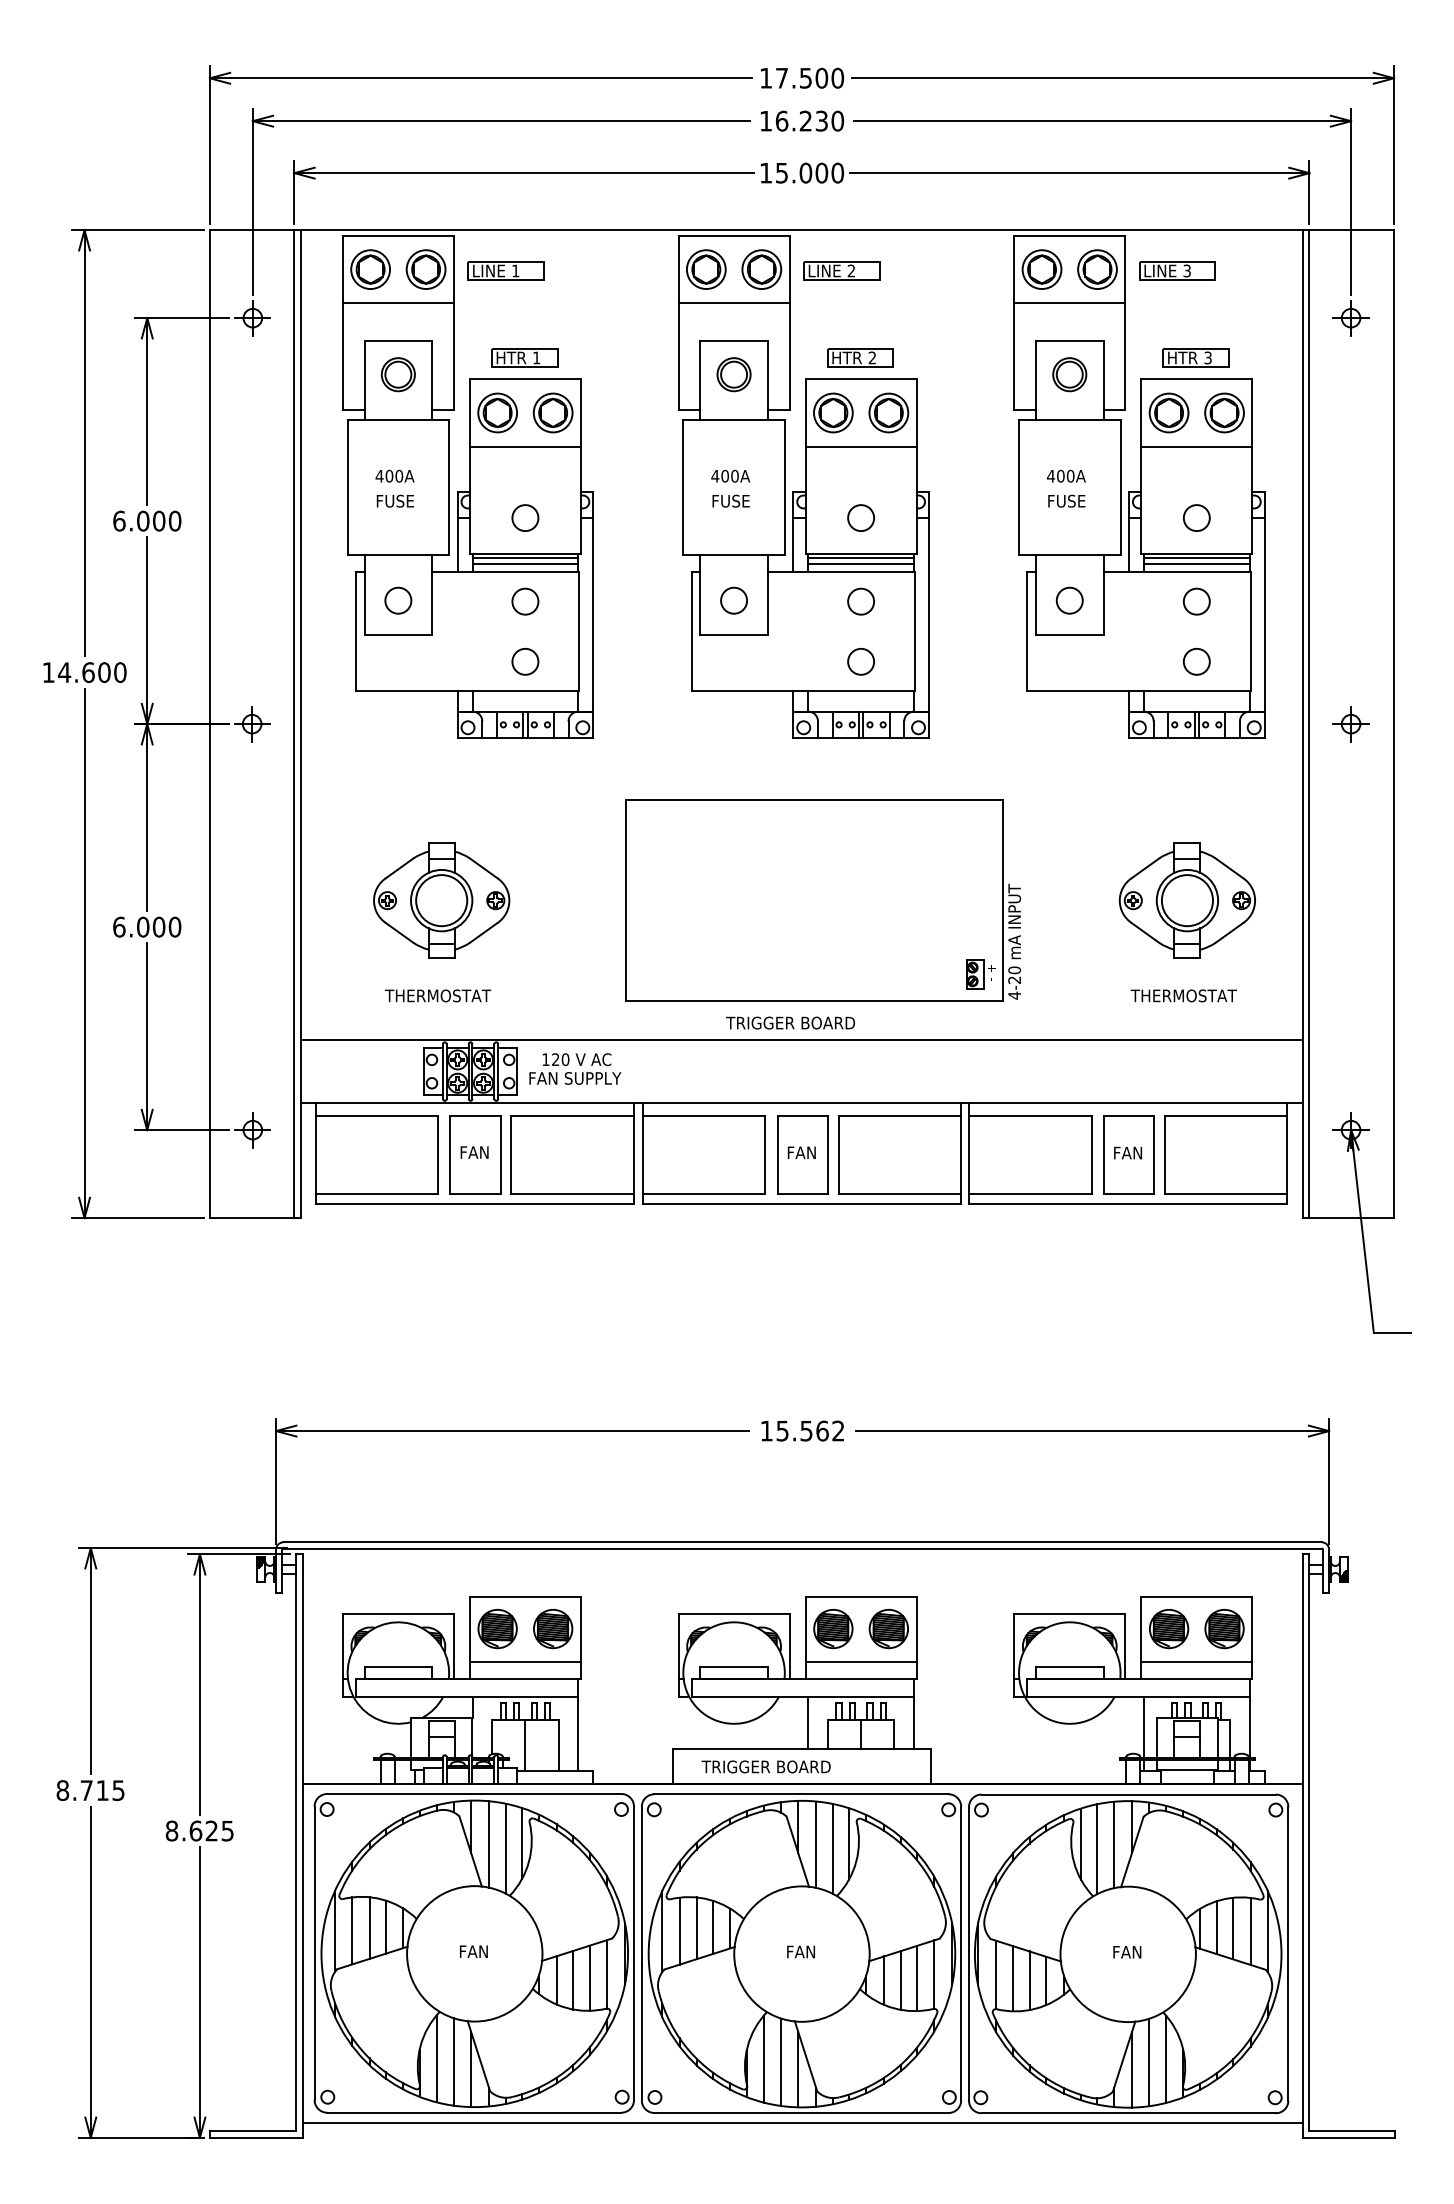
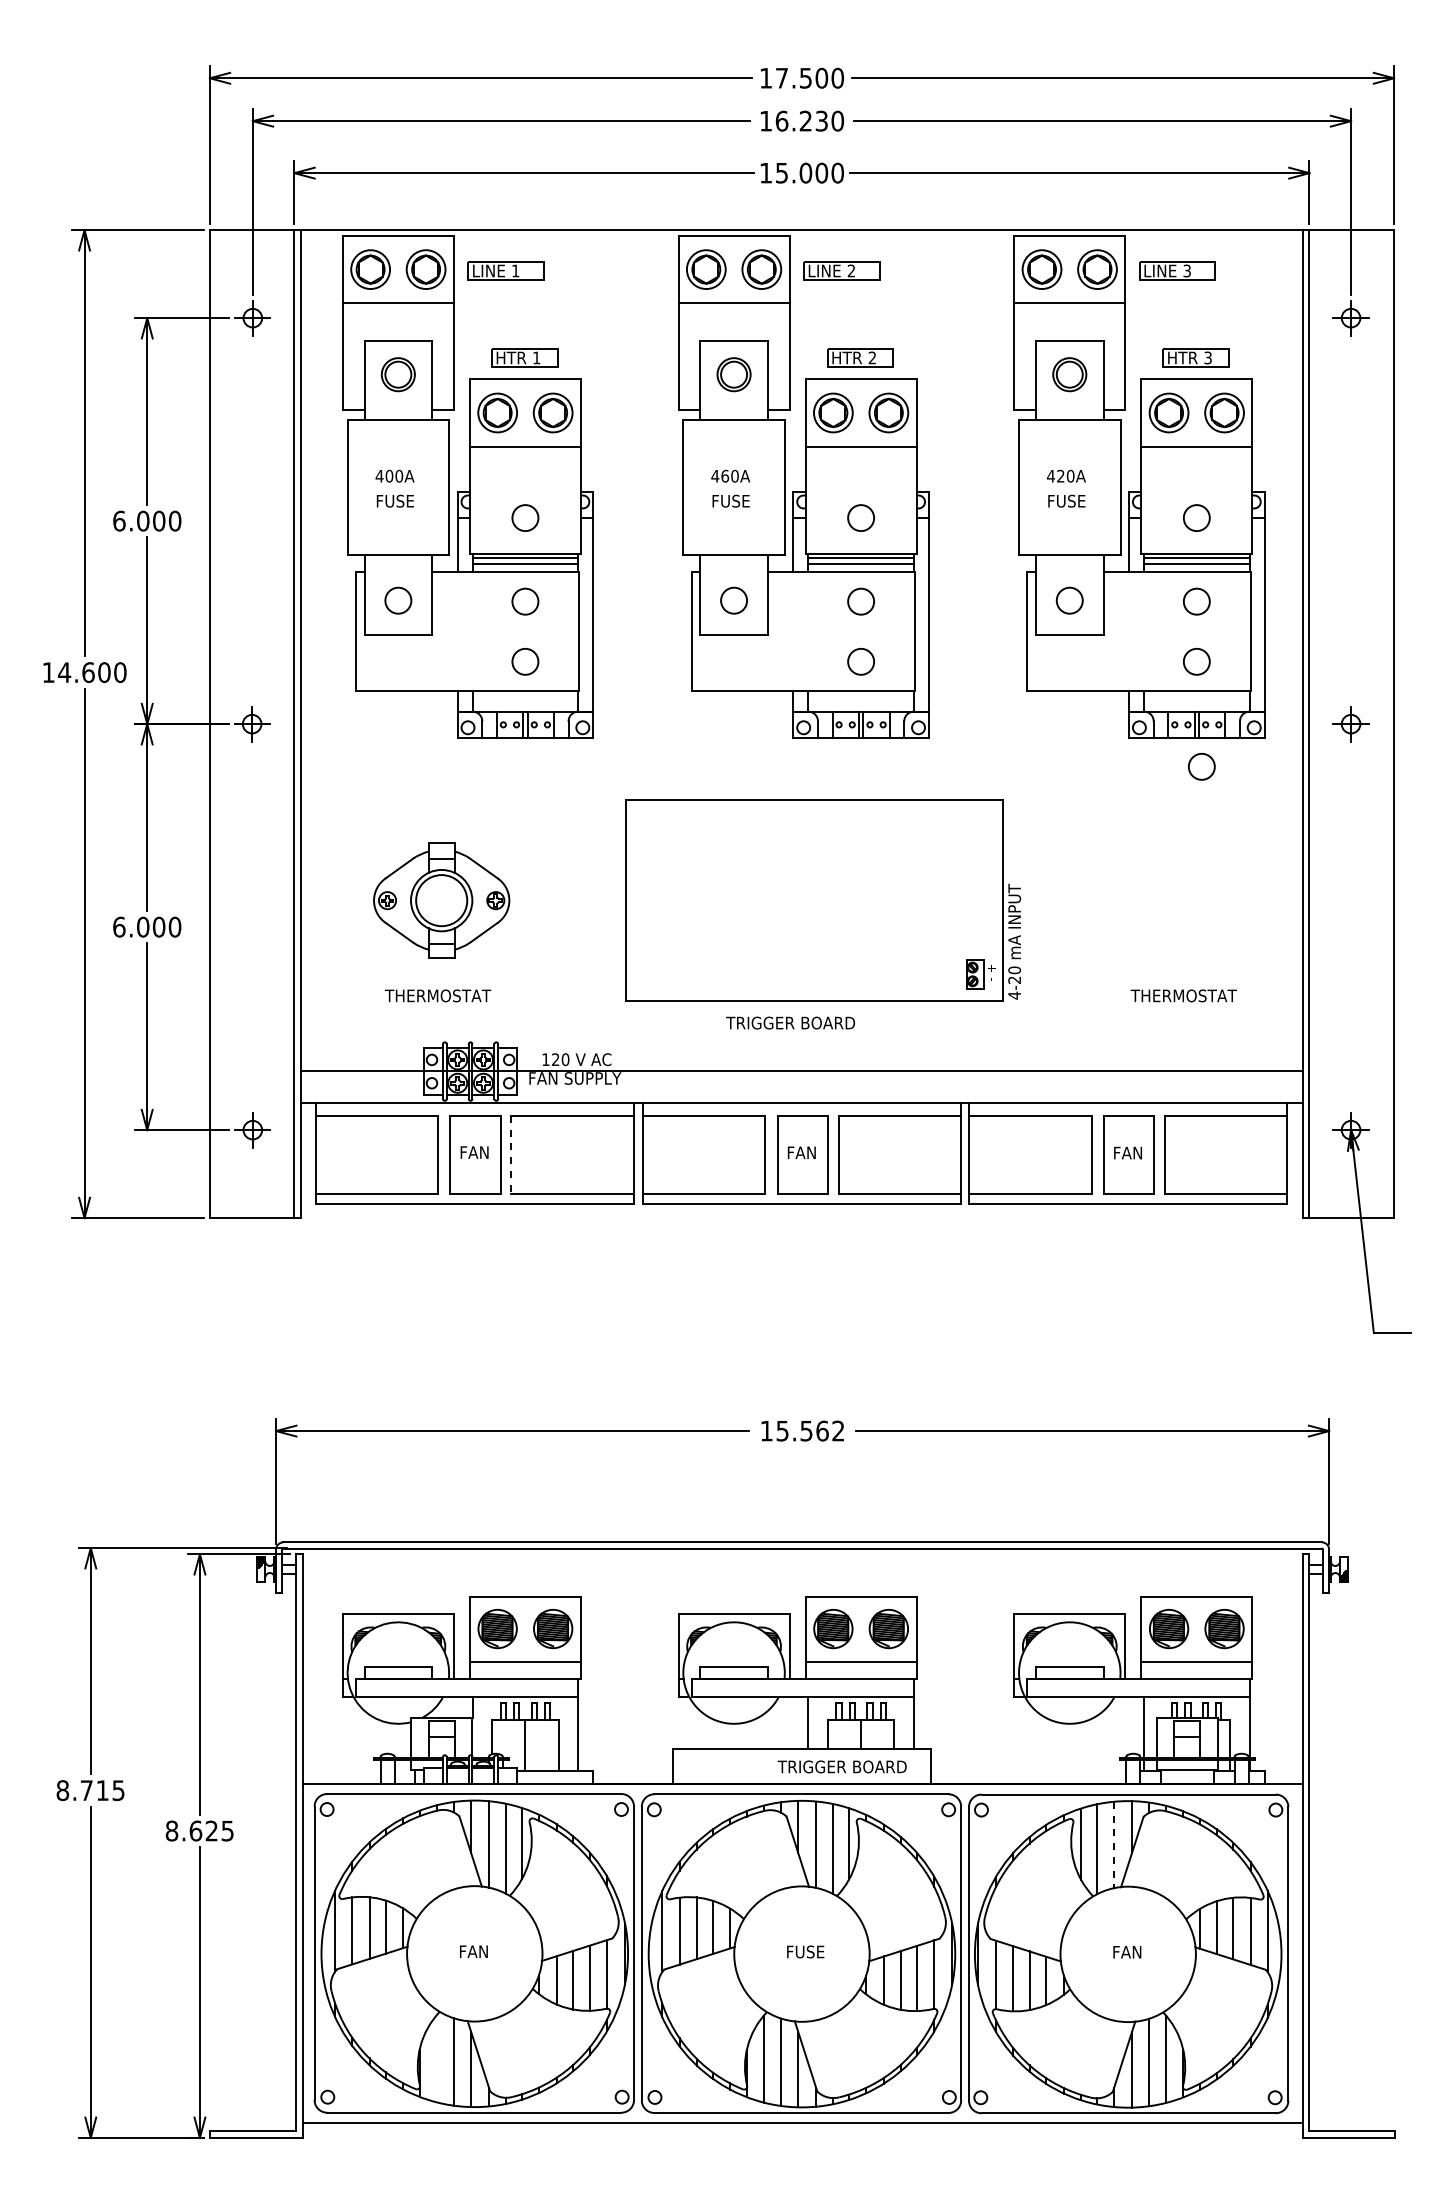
text at (725, 475): 400A -> 460A
text at (1060, 475): 400A -> 420A
circle at (1201, 766): none -> present
part at (1186, 900): present -> none
line at (801, 1040) position: (801, 1040) -> (801, 1071)
line at (511, 1154): solid -> dashed
text at (765, 1766) position: (765, 1766) -> (841, 1766)
line at (1114, 1845): solid -> dashed
text at (809, 1951): FAN -> FUSE
line at (436, 2058): present -> none
